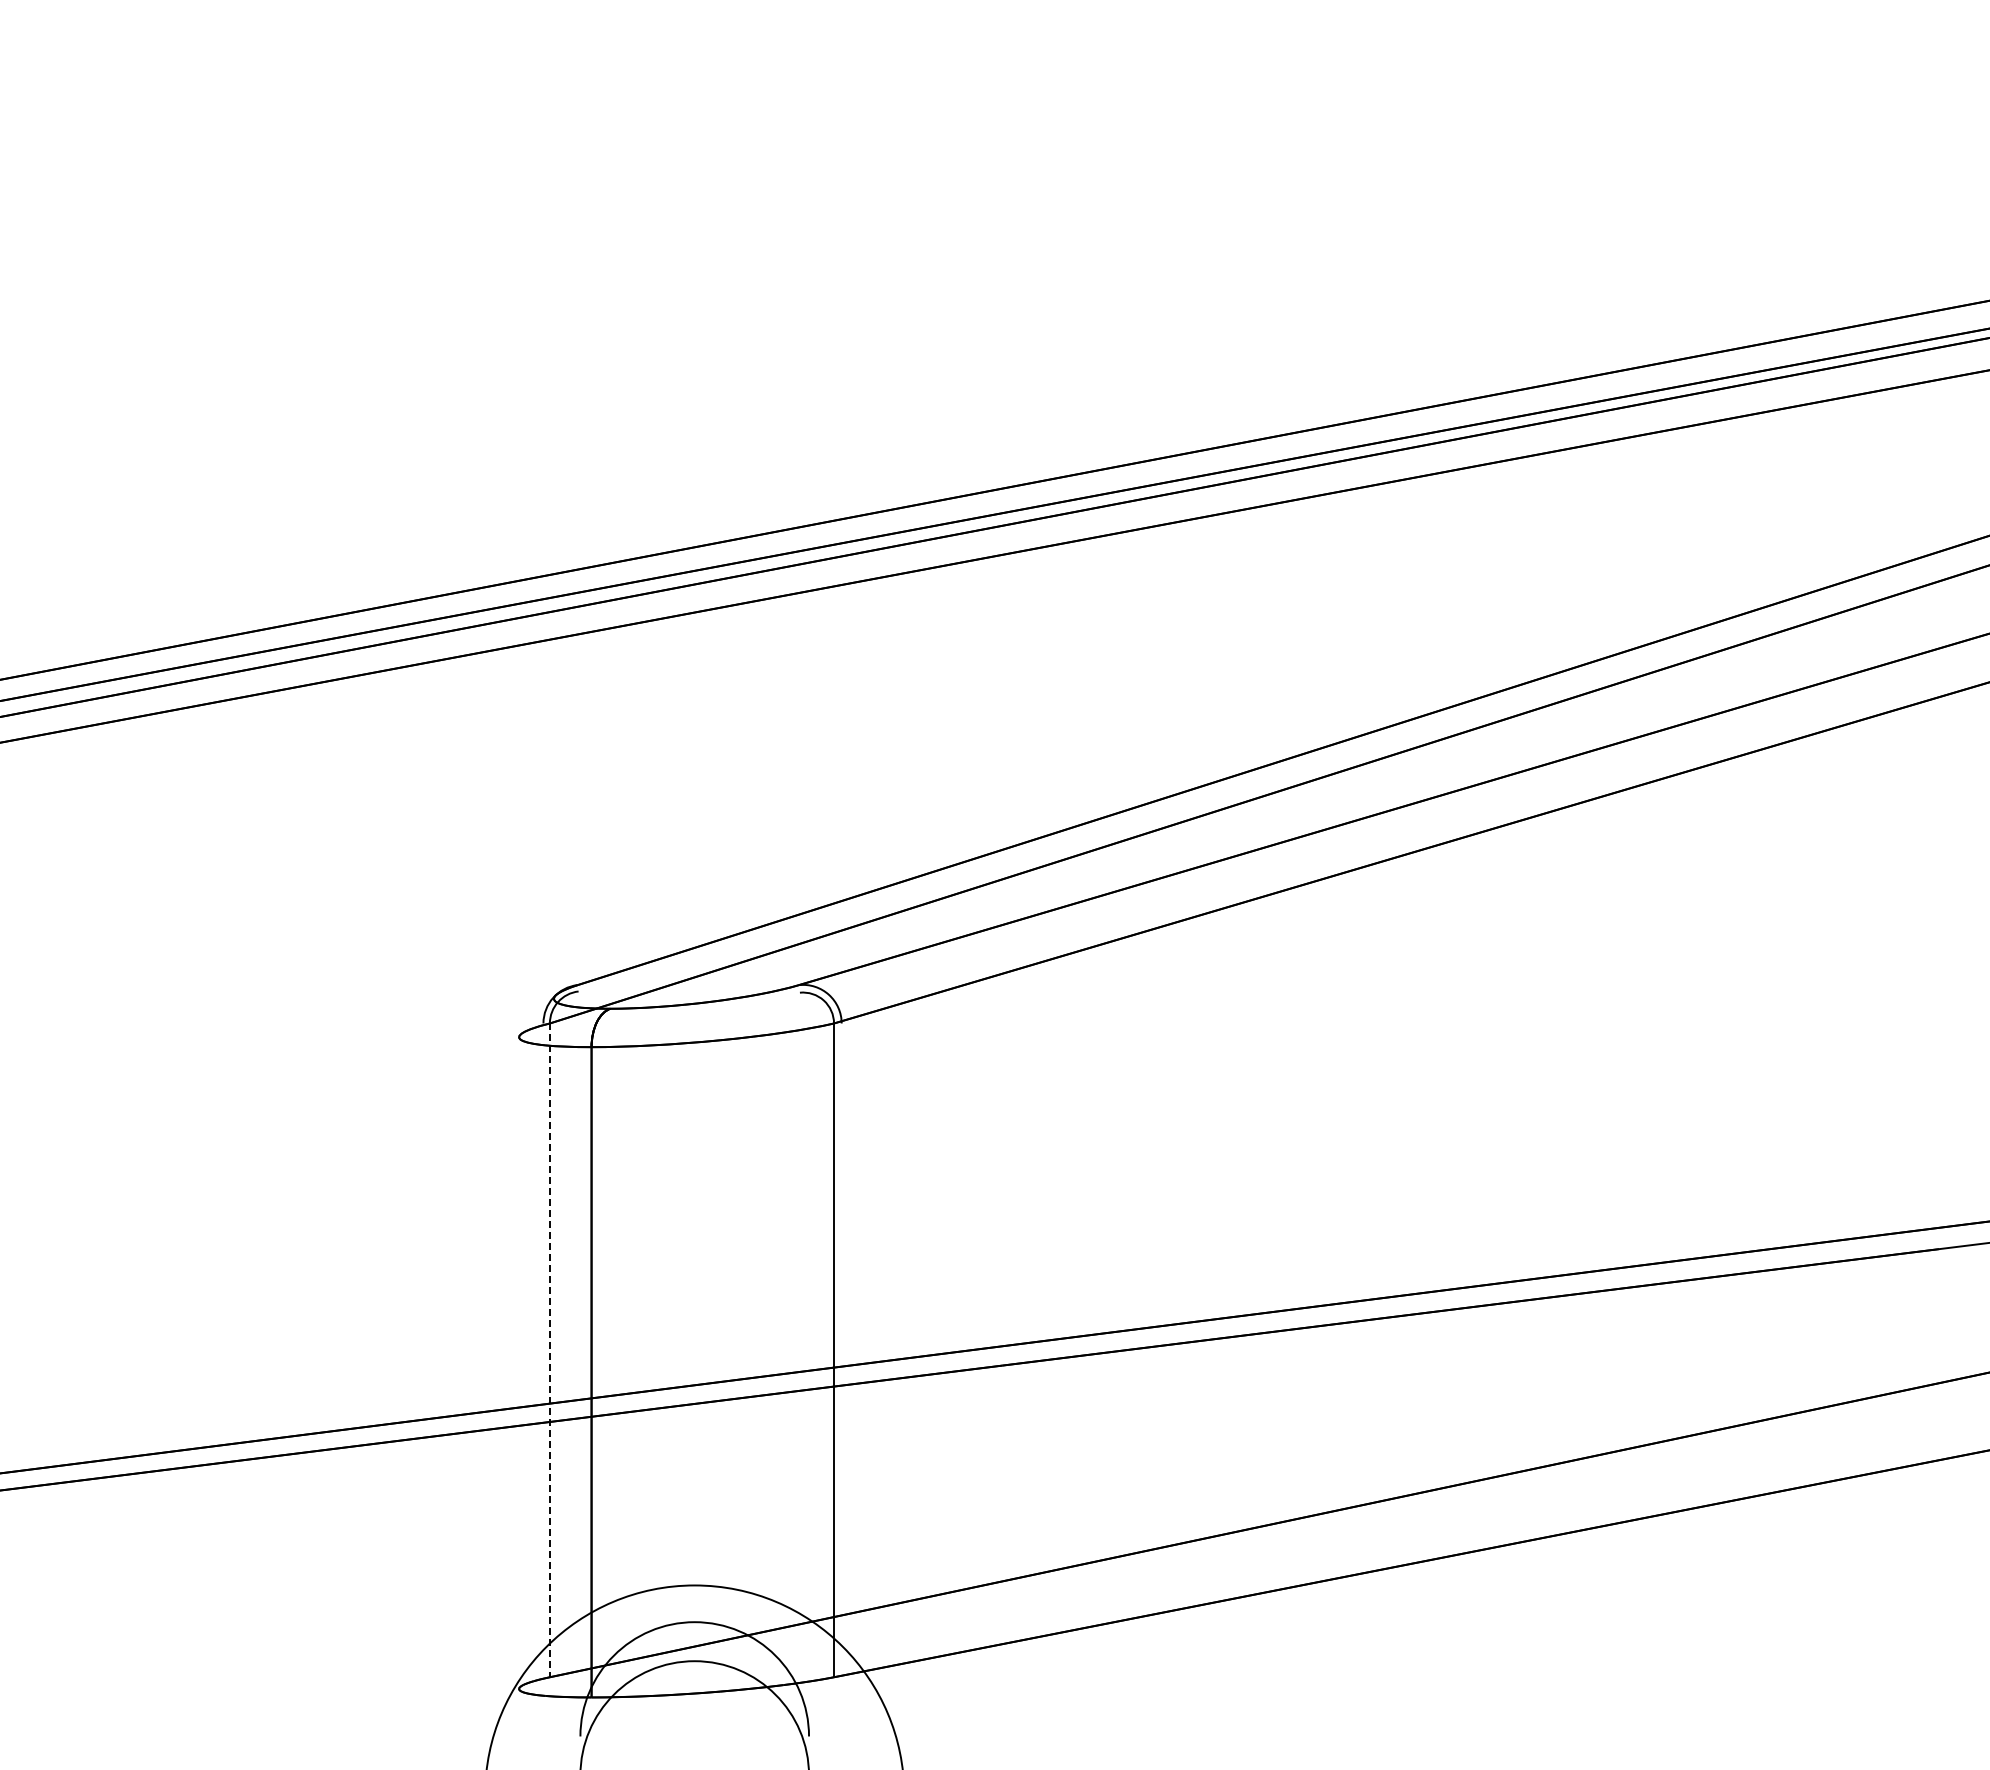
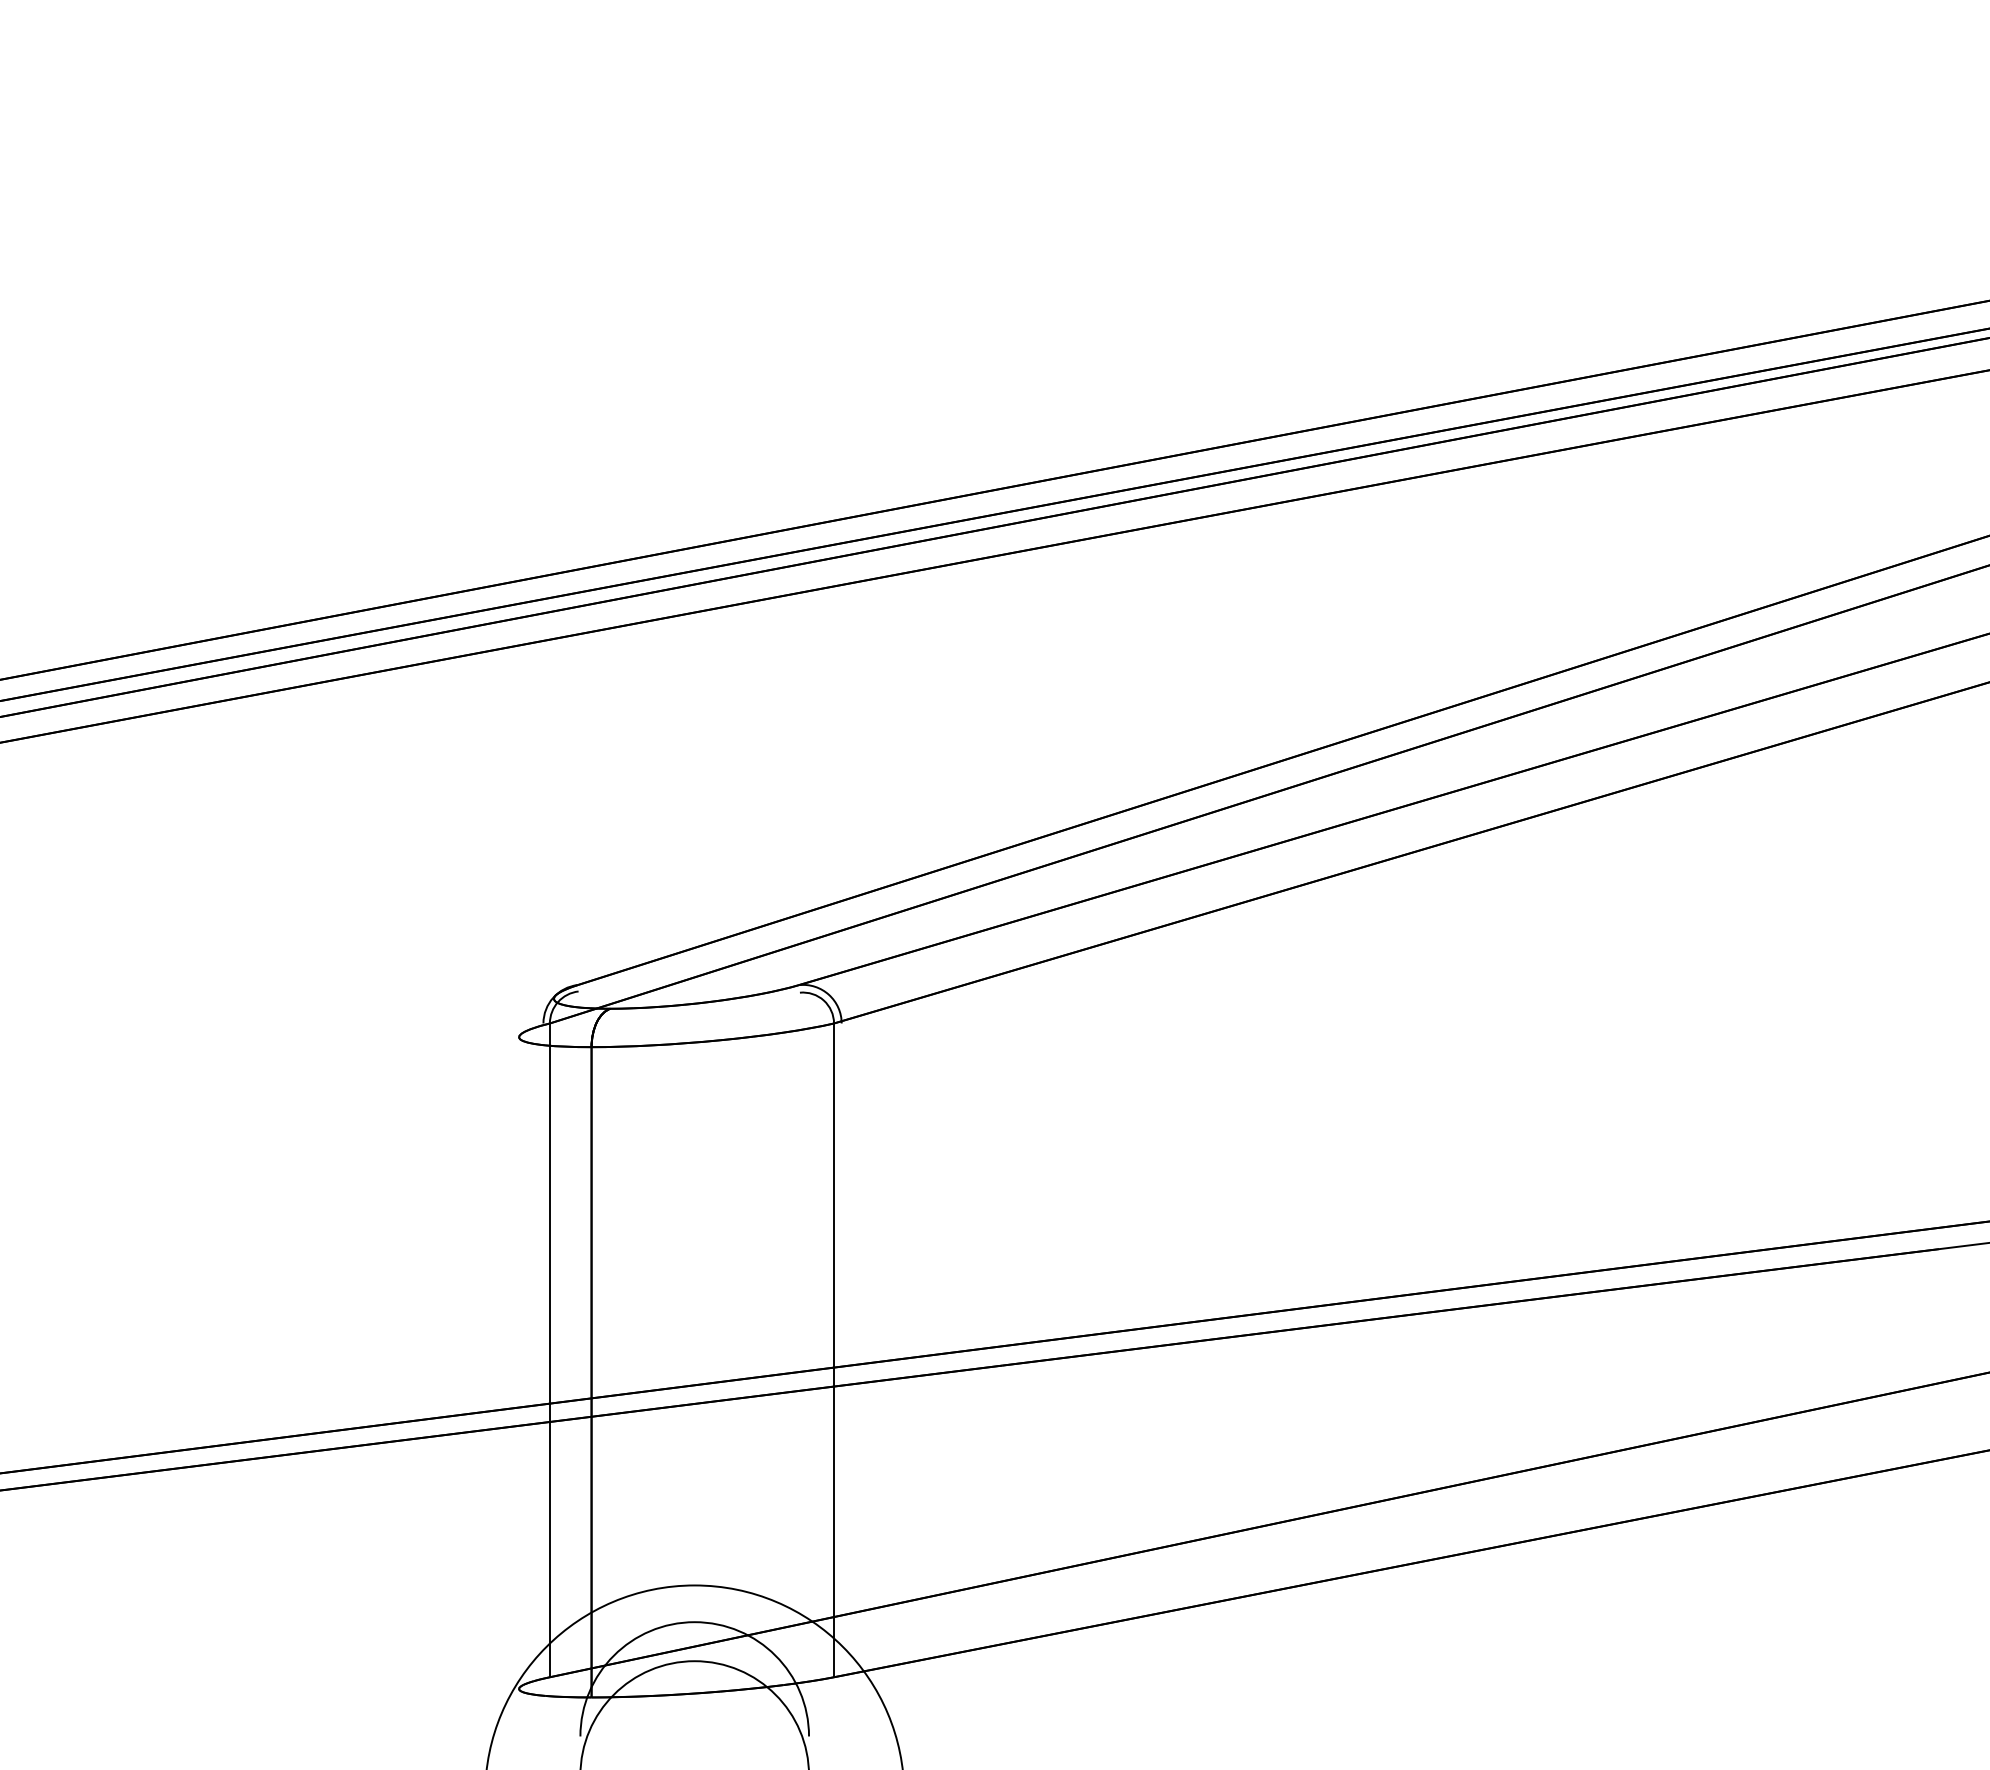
line at (549, 1350): dashed -> solid
